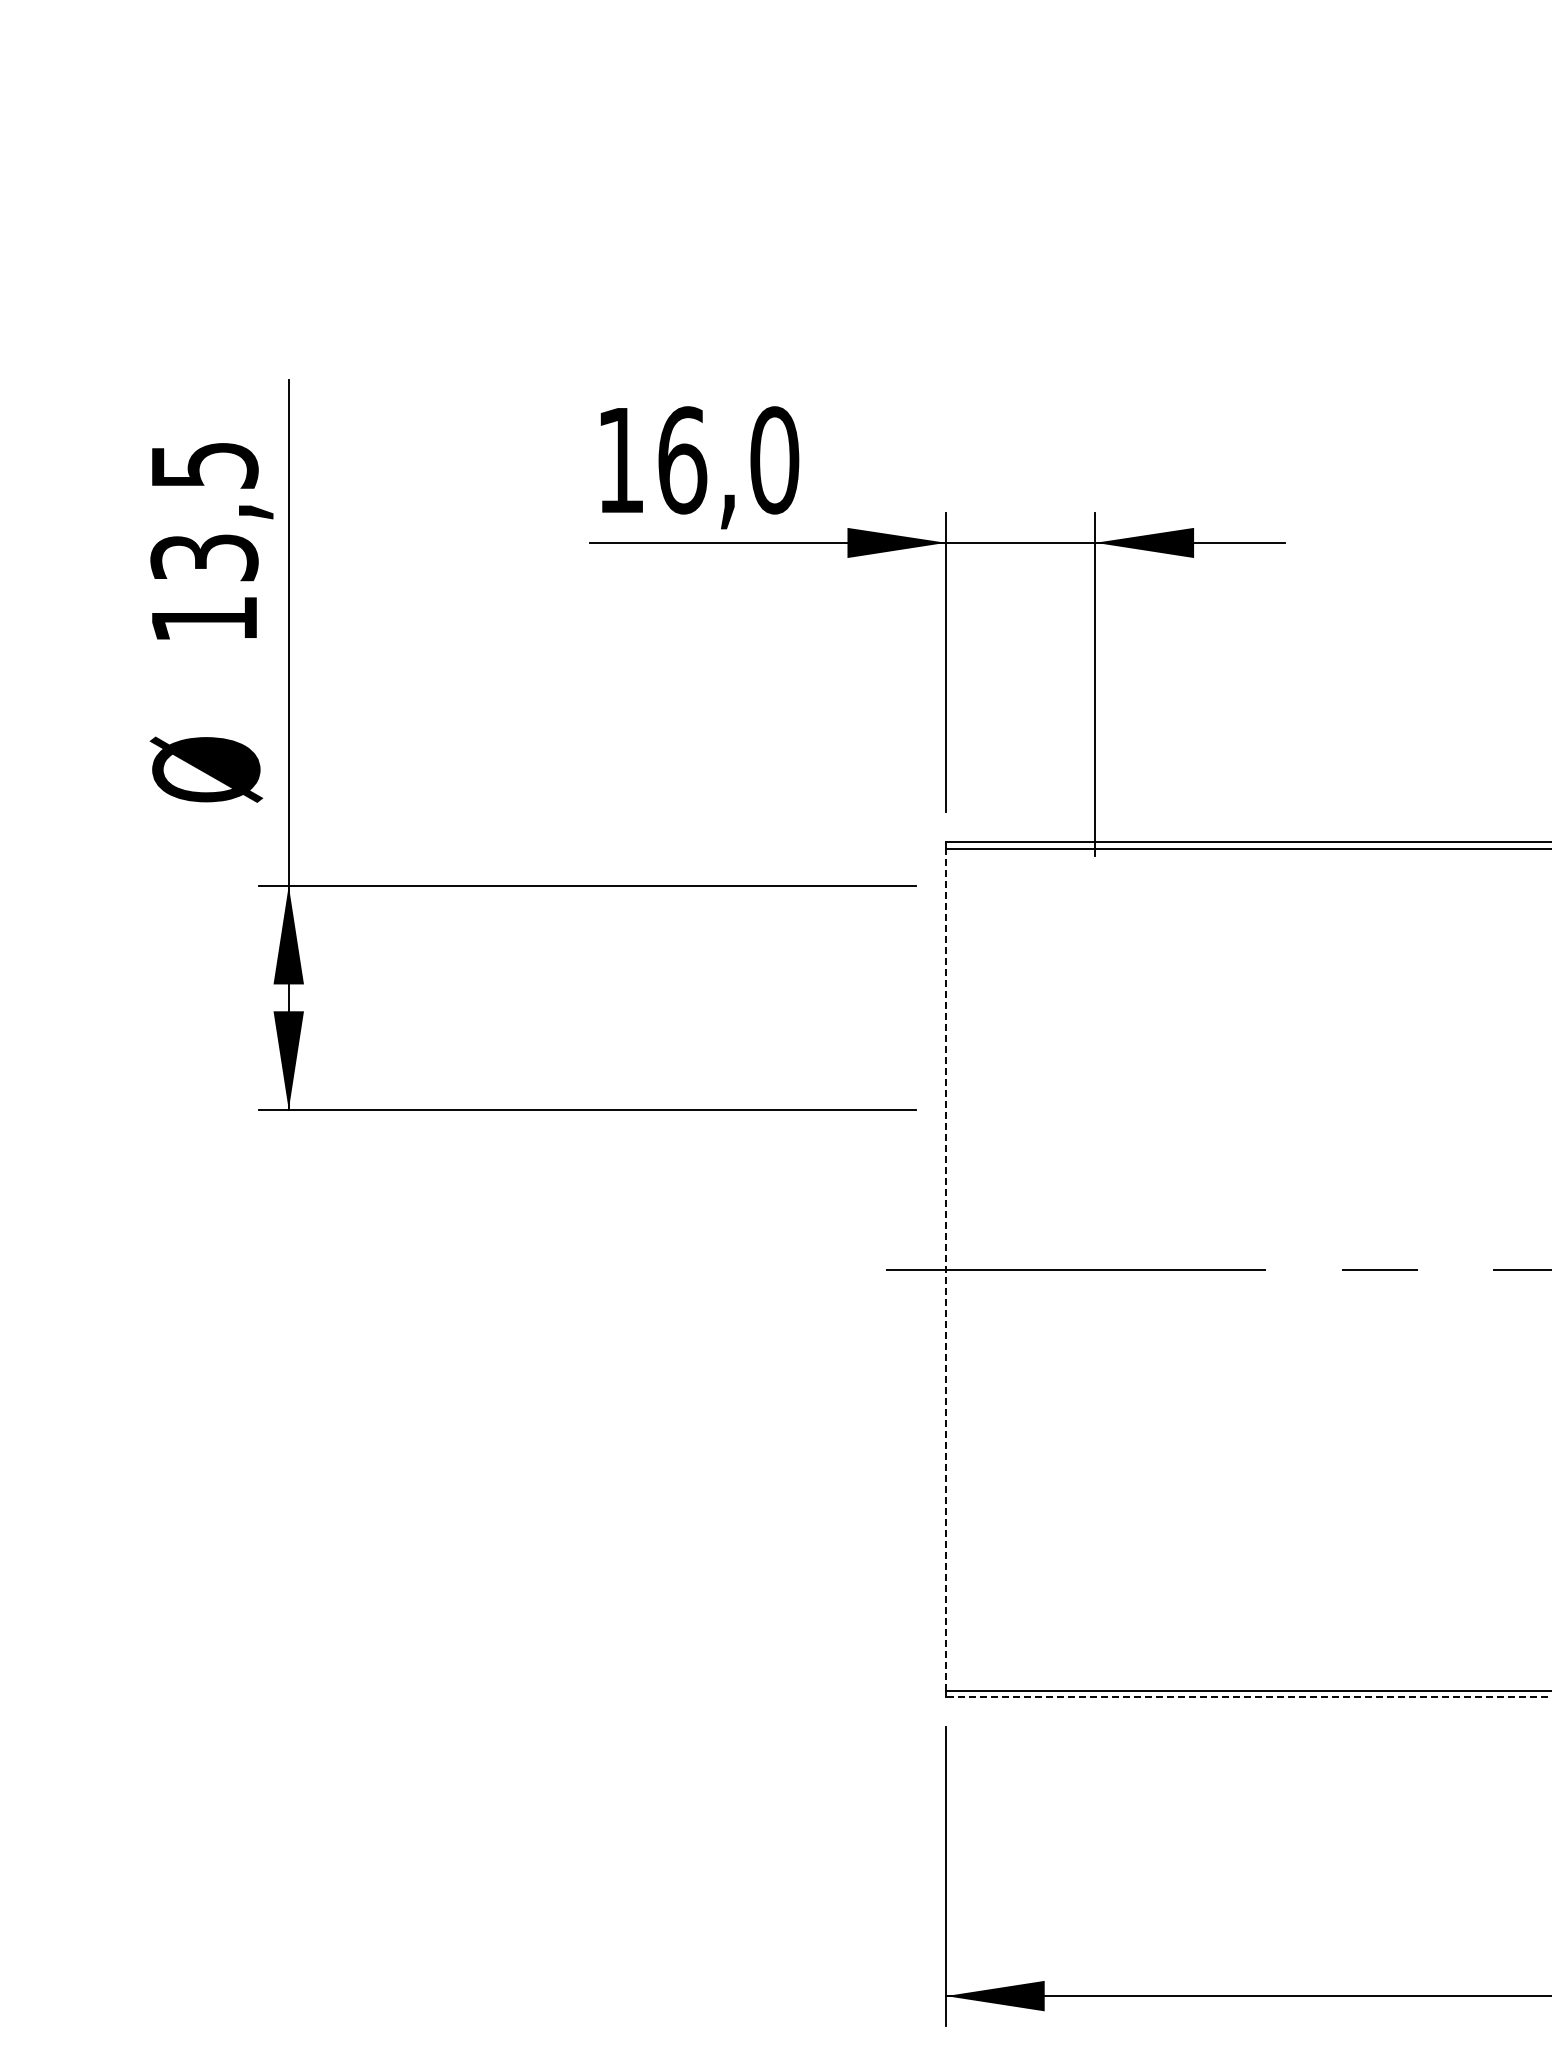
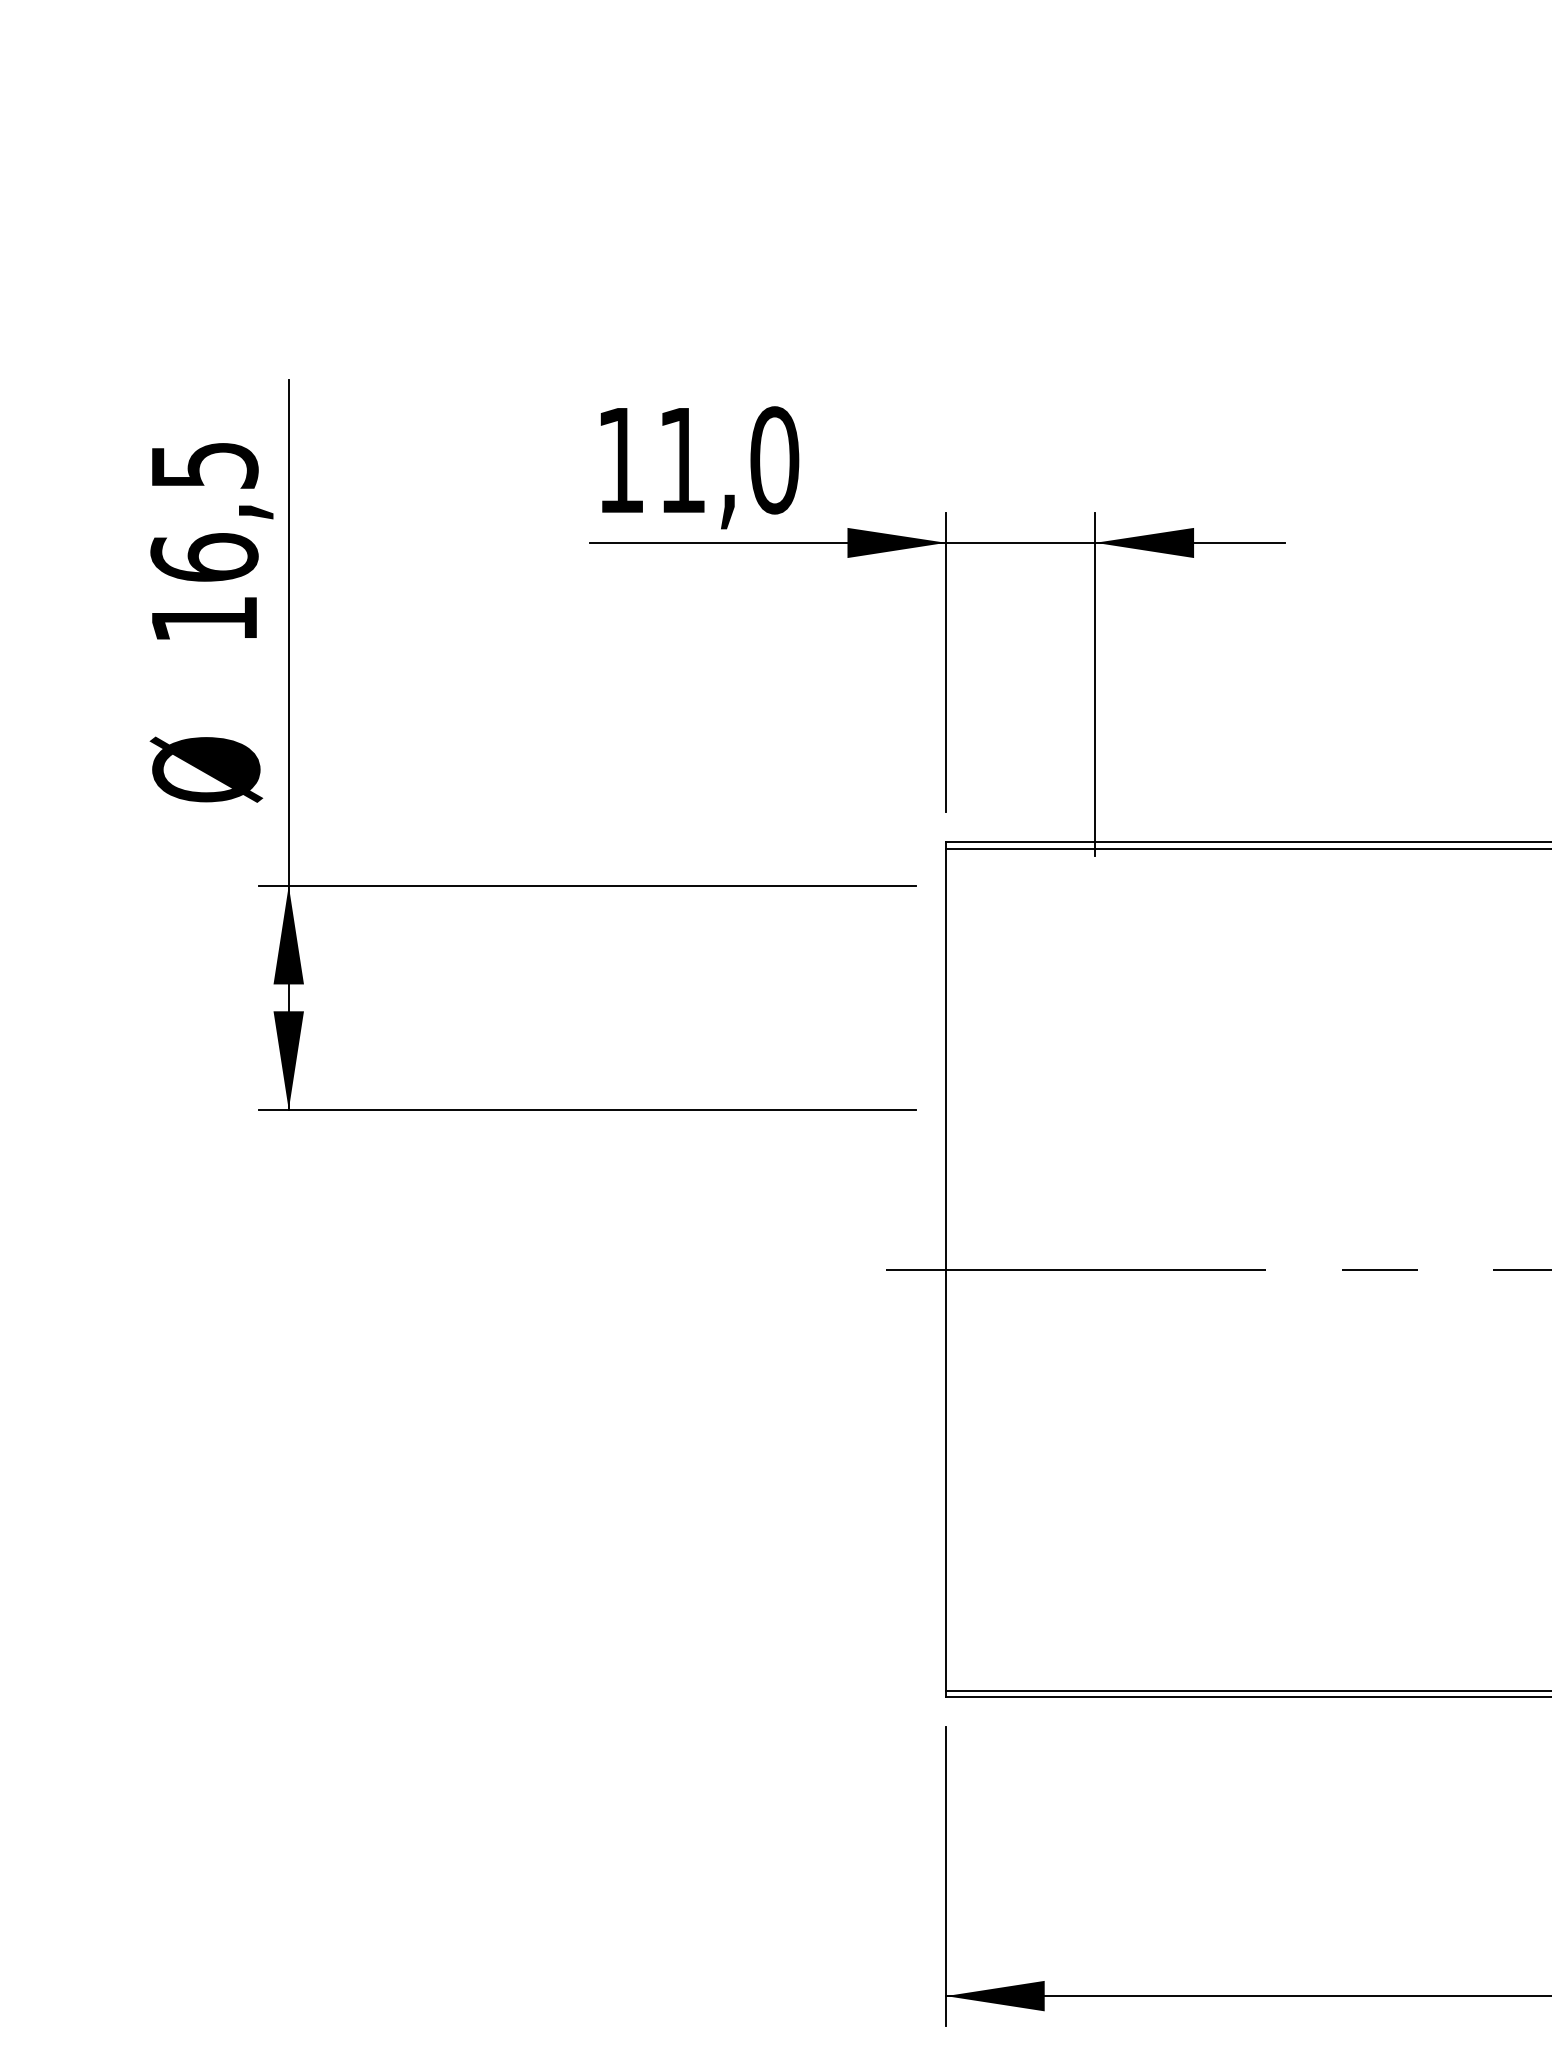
text at (682, 460): 16,0 -> 11,0
text at (204, 557): 13,5 -> 16,5
line at (946, 1269): dashed -> solid
line at (1248, 1697): dashed -> solid
